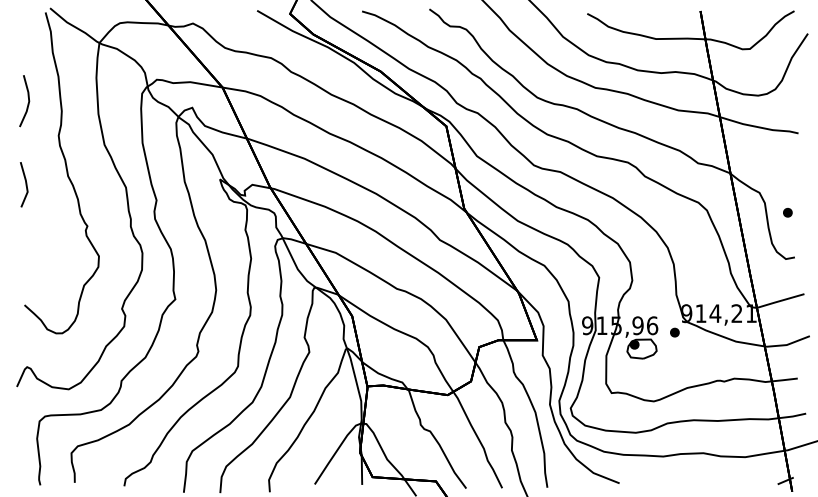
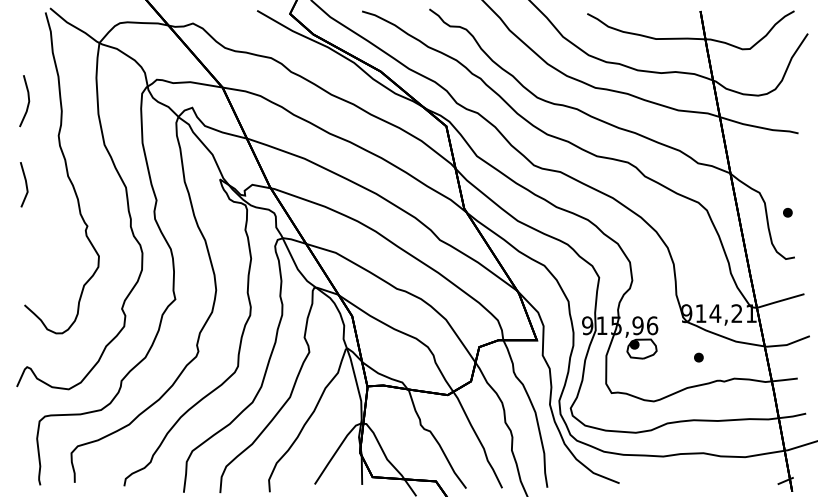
part at (674, 332) position: (674, 332) -> (698, 357)
